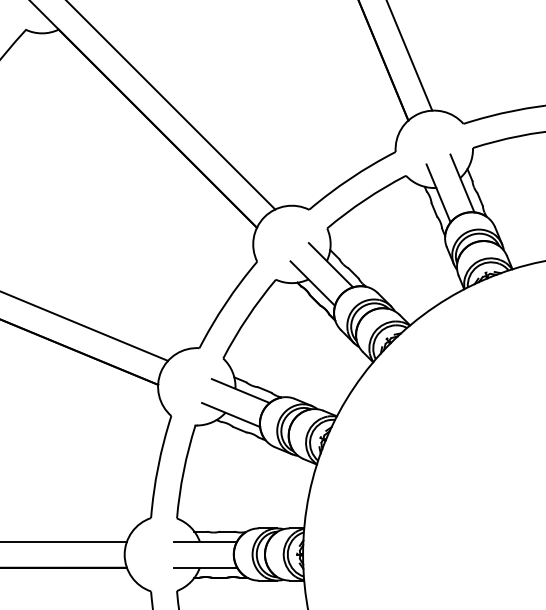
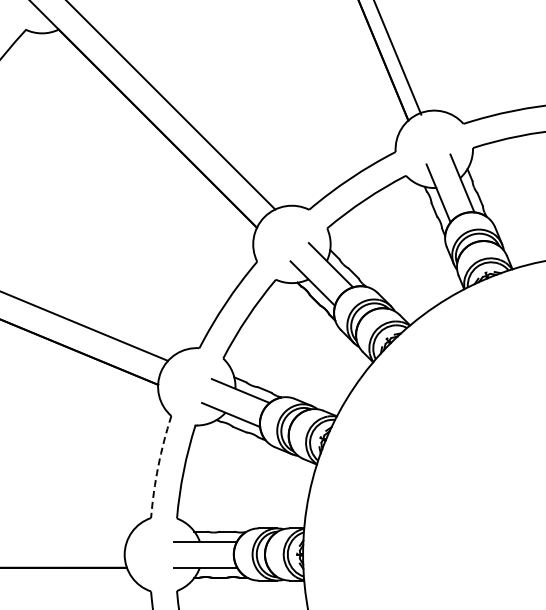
line at (409, 56) position: (409, 56) -> (397, 58)
arc at (158, 466): solid -> dashed
line at (64, 541): present -> none
